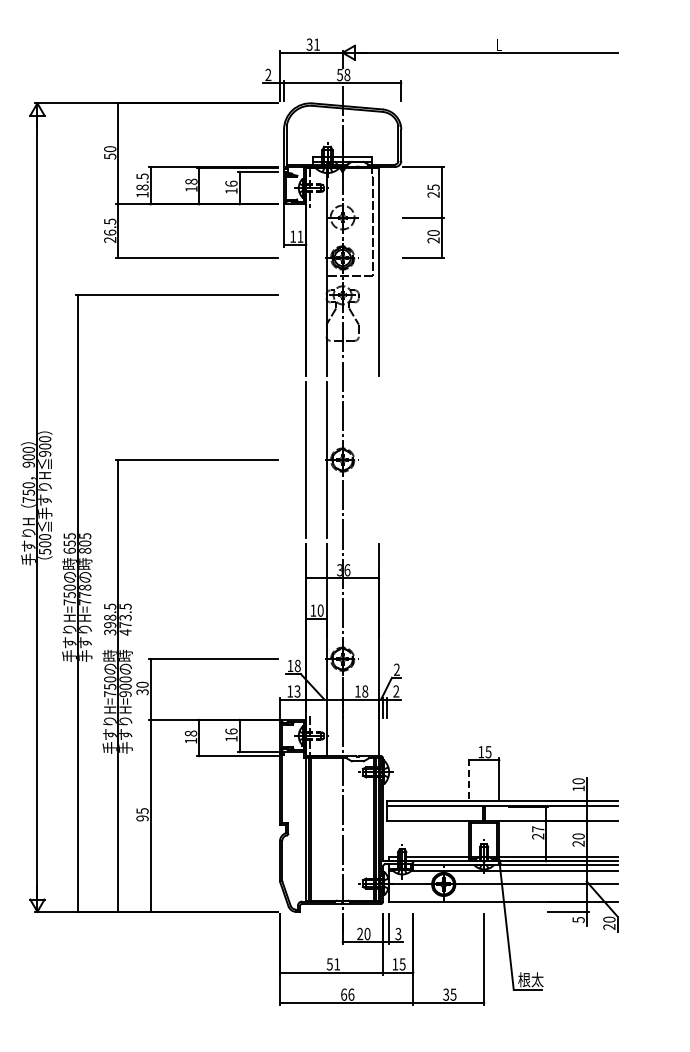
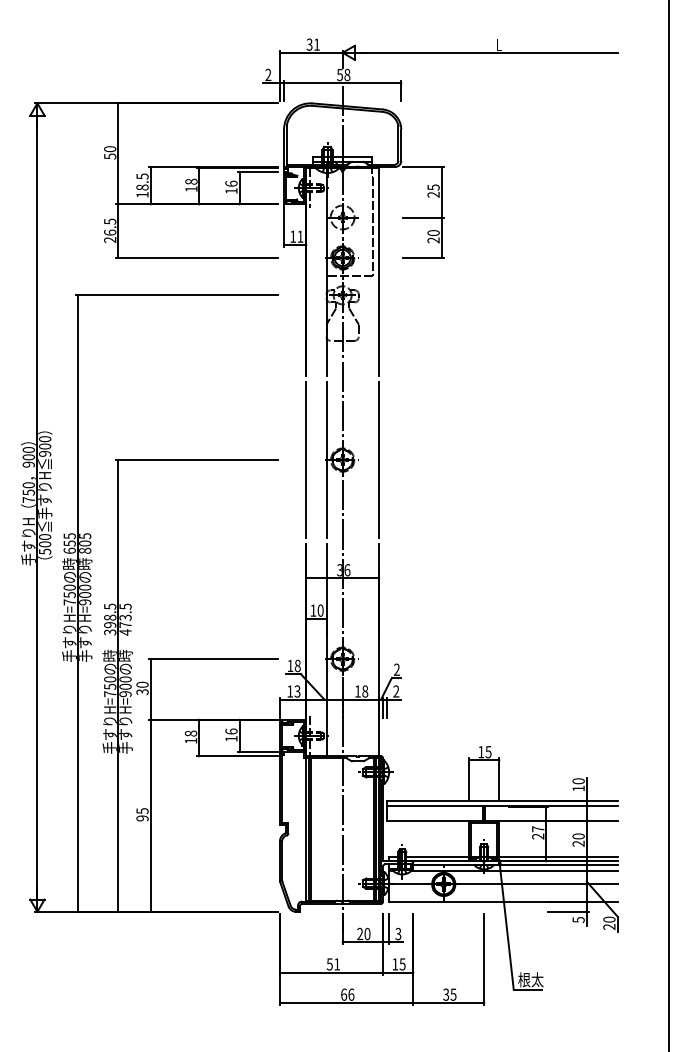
line at (379, 459): none -> present
line at (669, 525): none -> present
text at (85, 594): H=778 -> H=900
line at (469, 777): dashed -> solid
